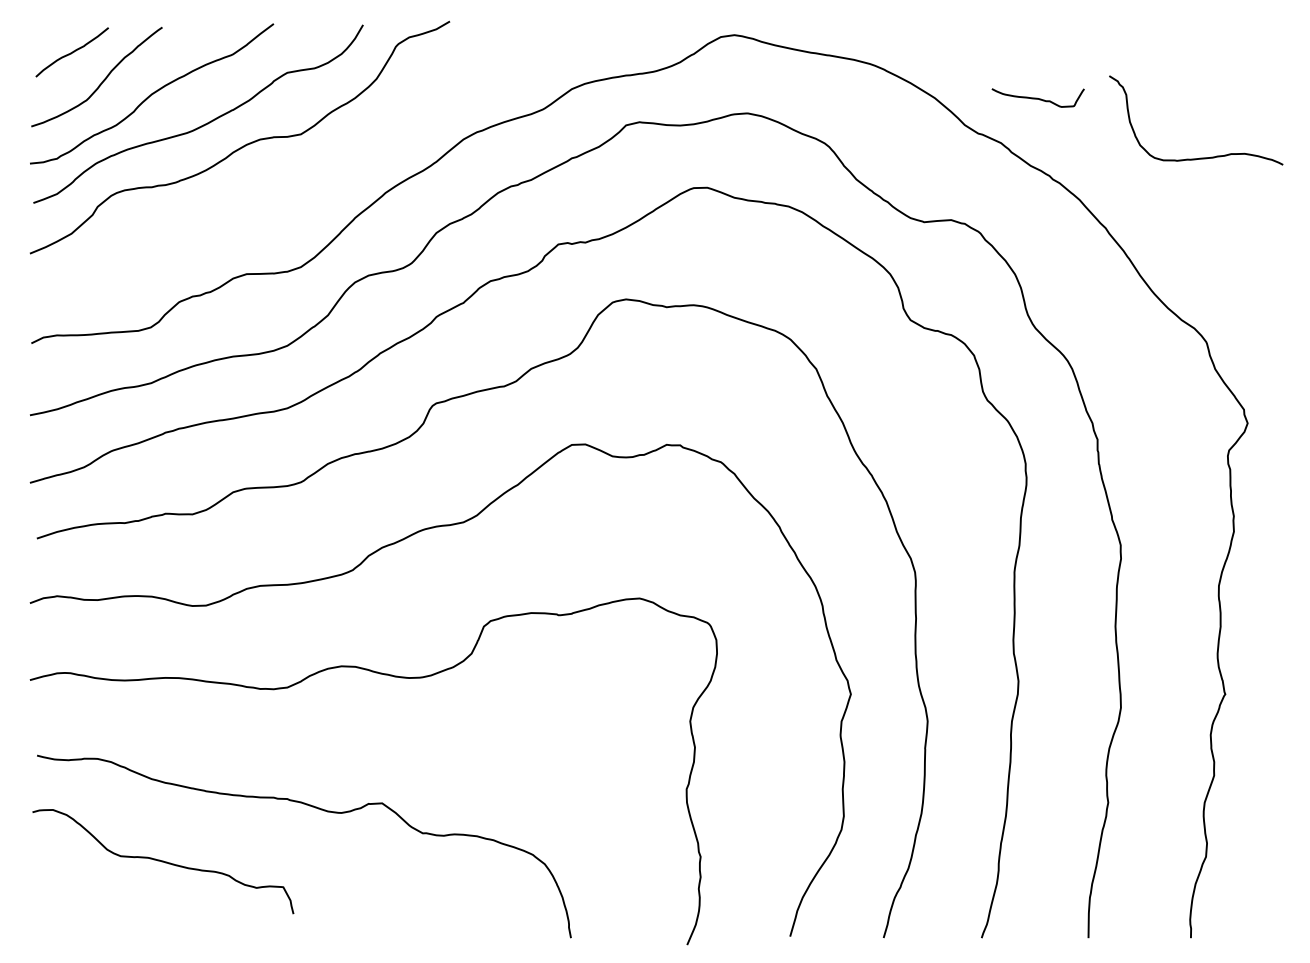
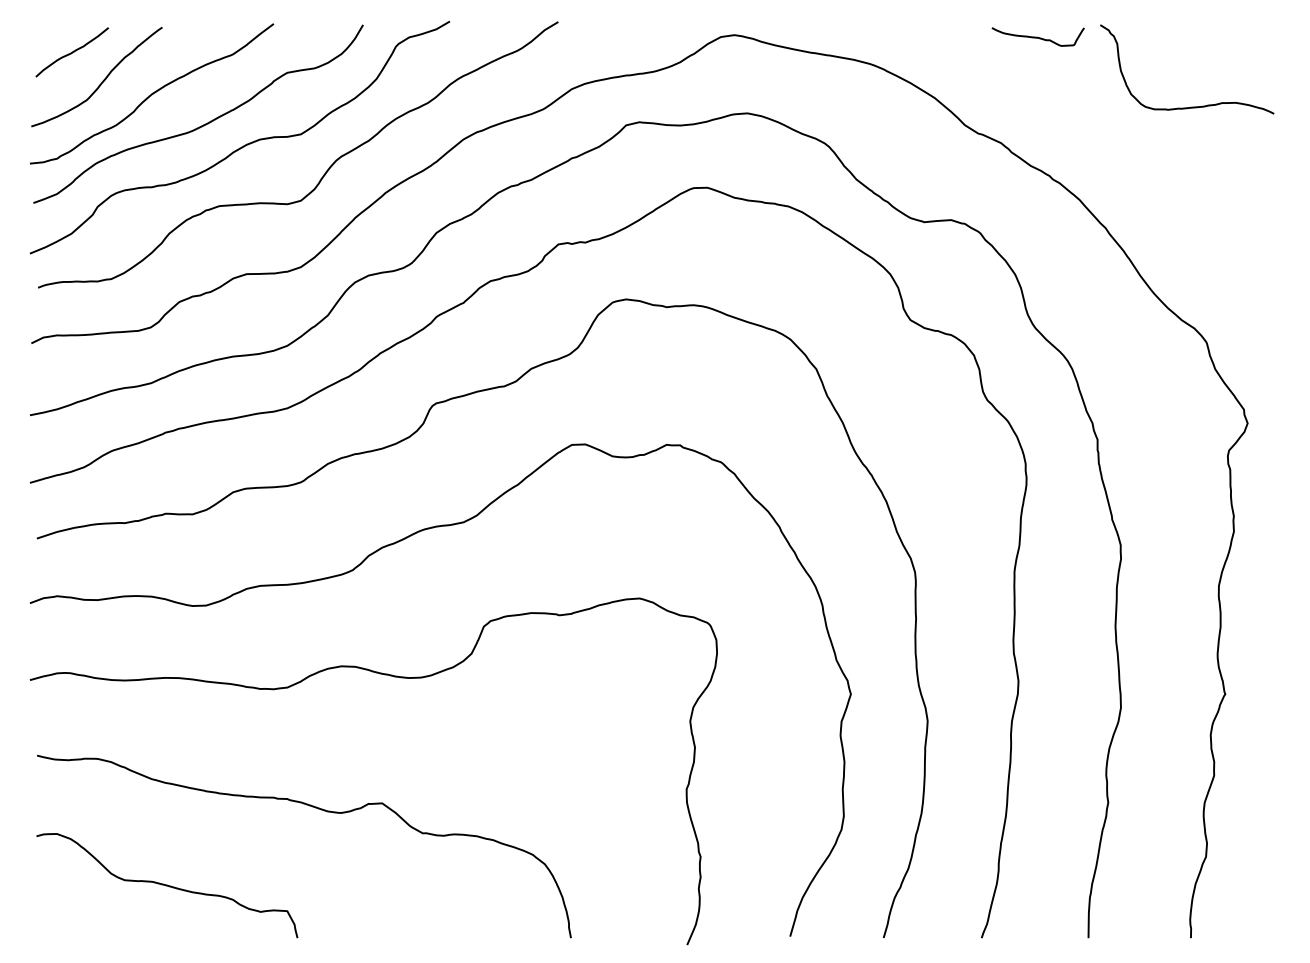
curve at (1037, 97) position: (1037, 97) -> (1037, 36)
curve at (1199, 157) position: (1199, 157) -> (1190, 106)
curve at (325, 171): none -> present
curve at (163, 861) position: (163, 861) -> (167, 885)
